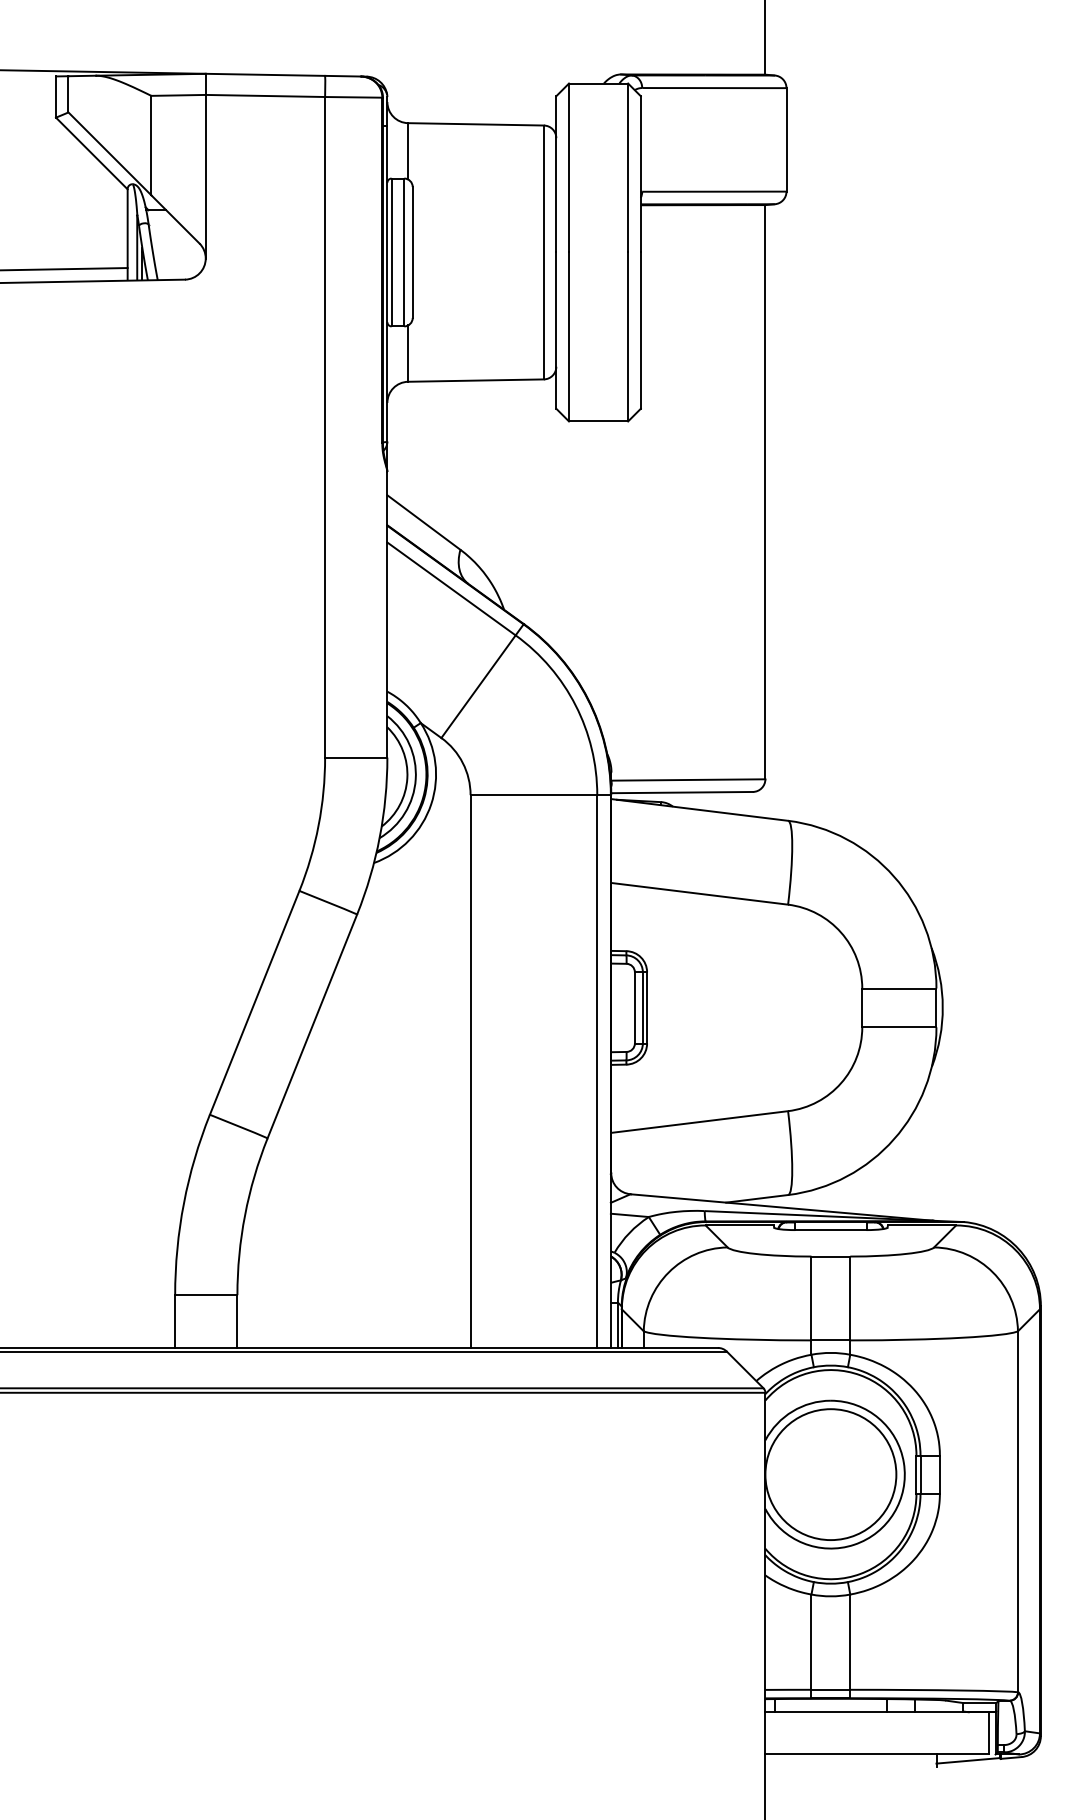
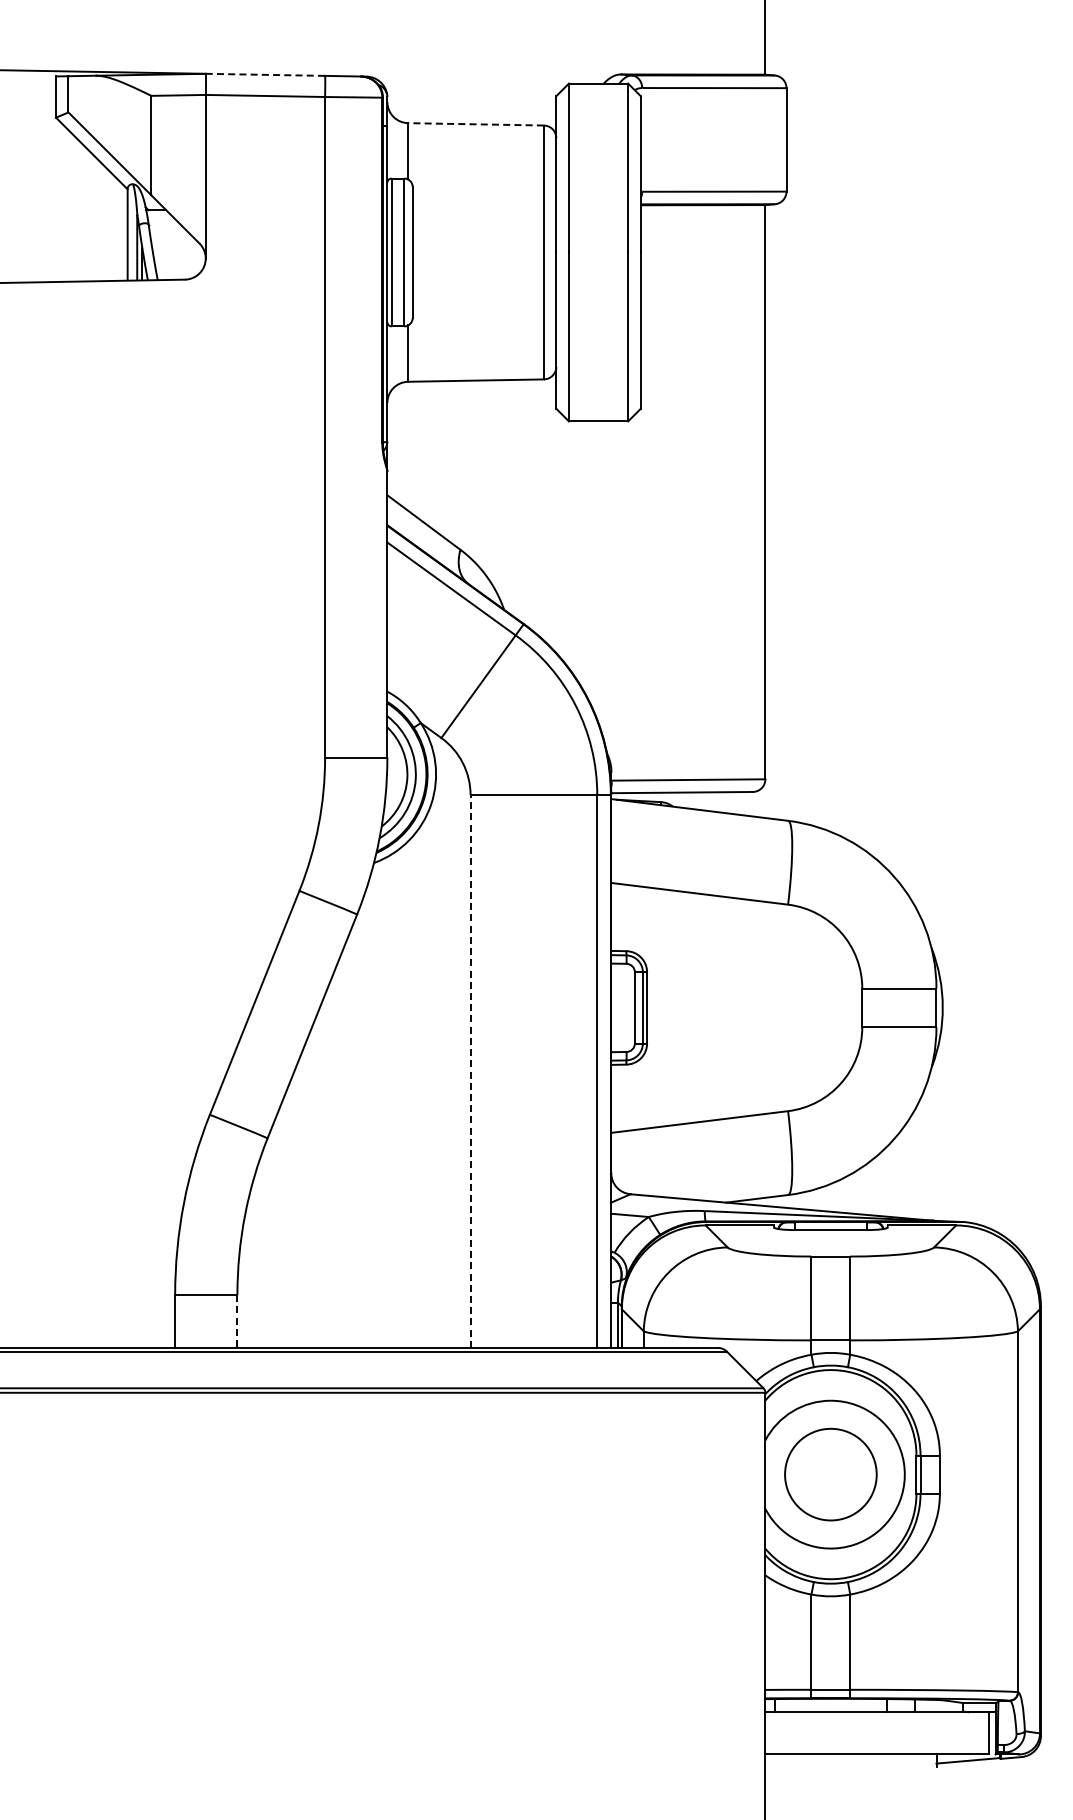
line at (265, 74): solid -> dashed
line at (476, 124): solid -> dashed
line at (64, 269): present -> none
line at (470, 1071): solid -> dashed
line at (237, 1322): solid -> dashed
circle at (830, 1474) diameter: 131 px -> 92 px
